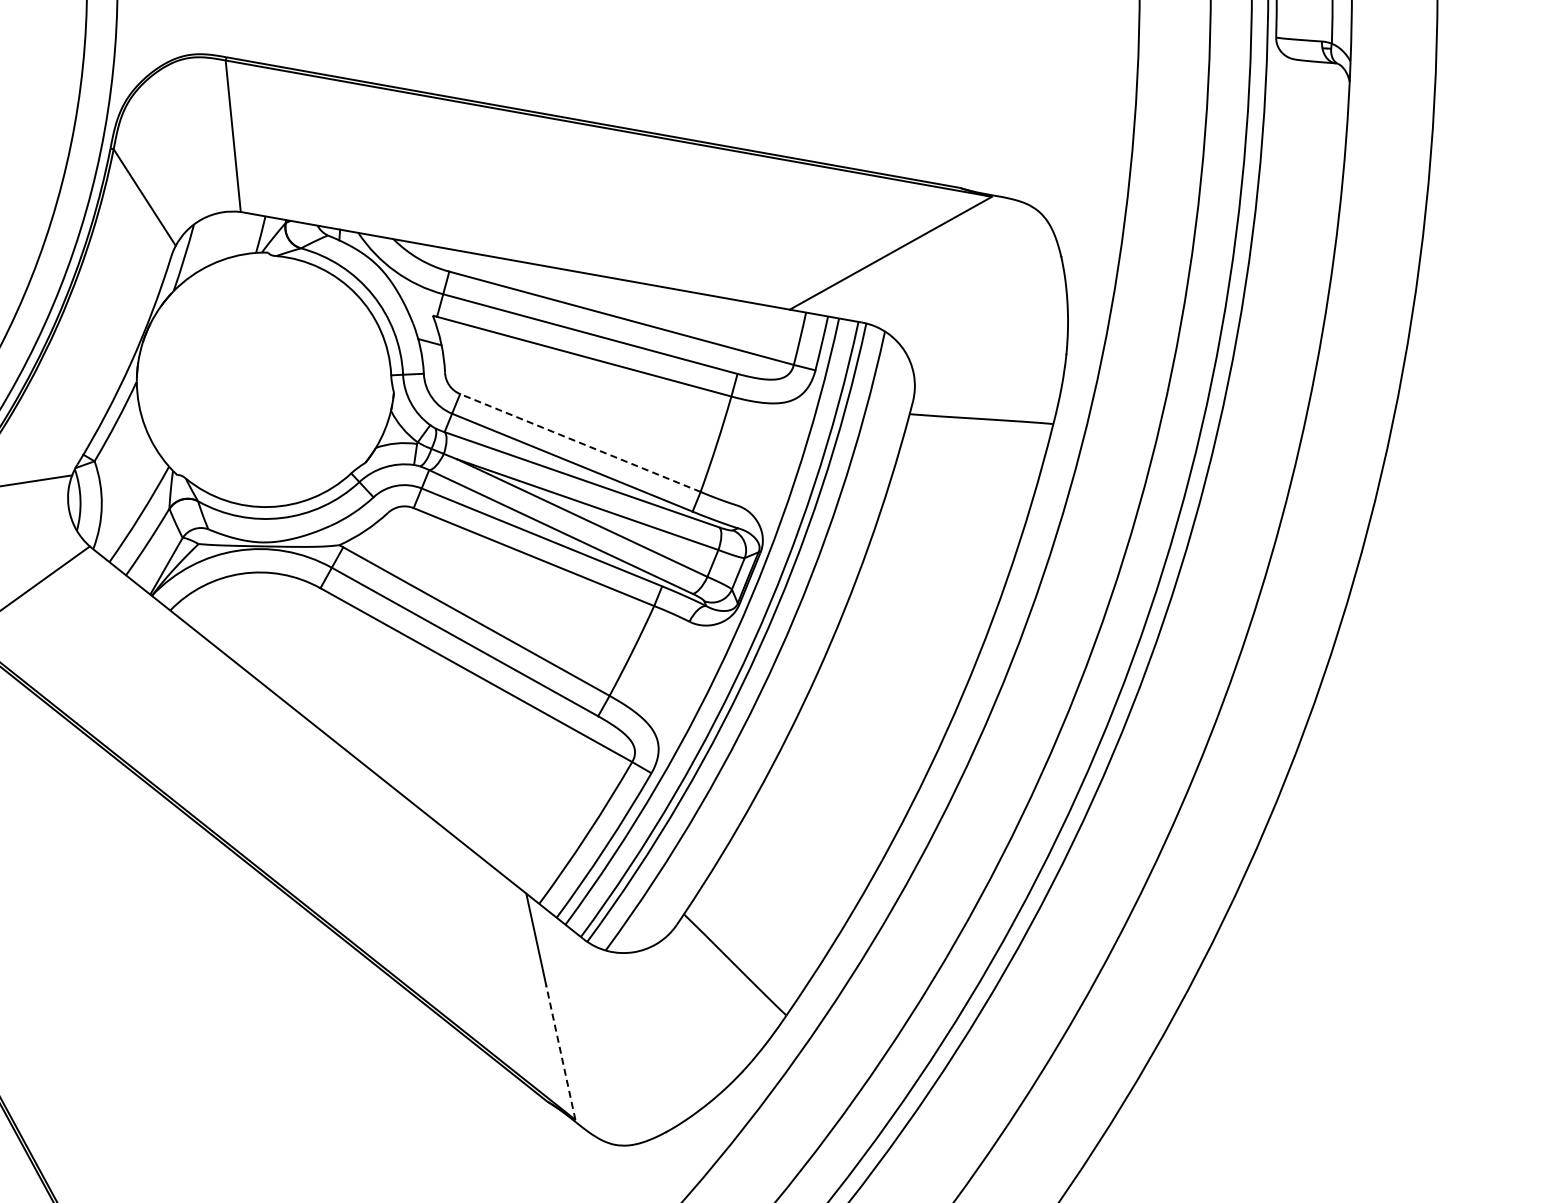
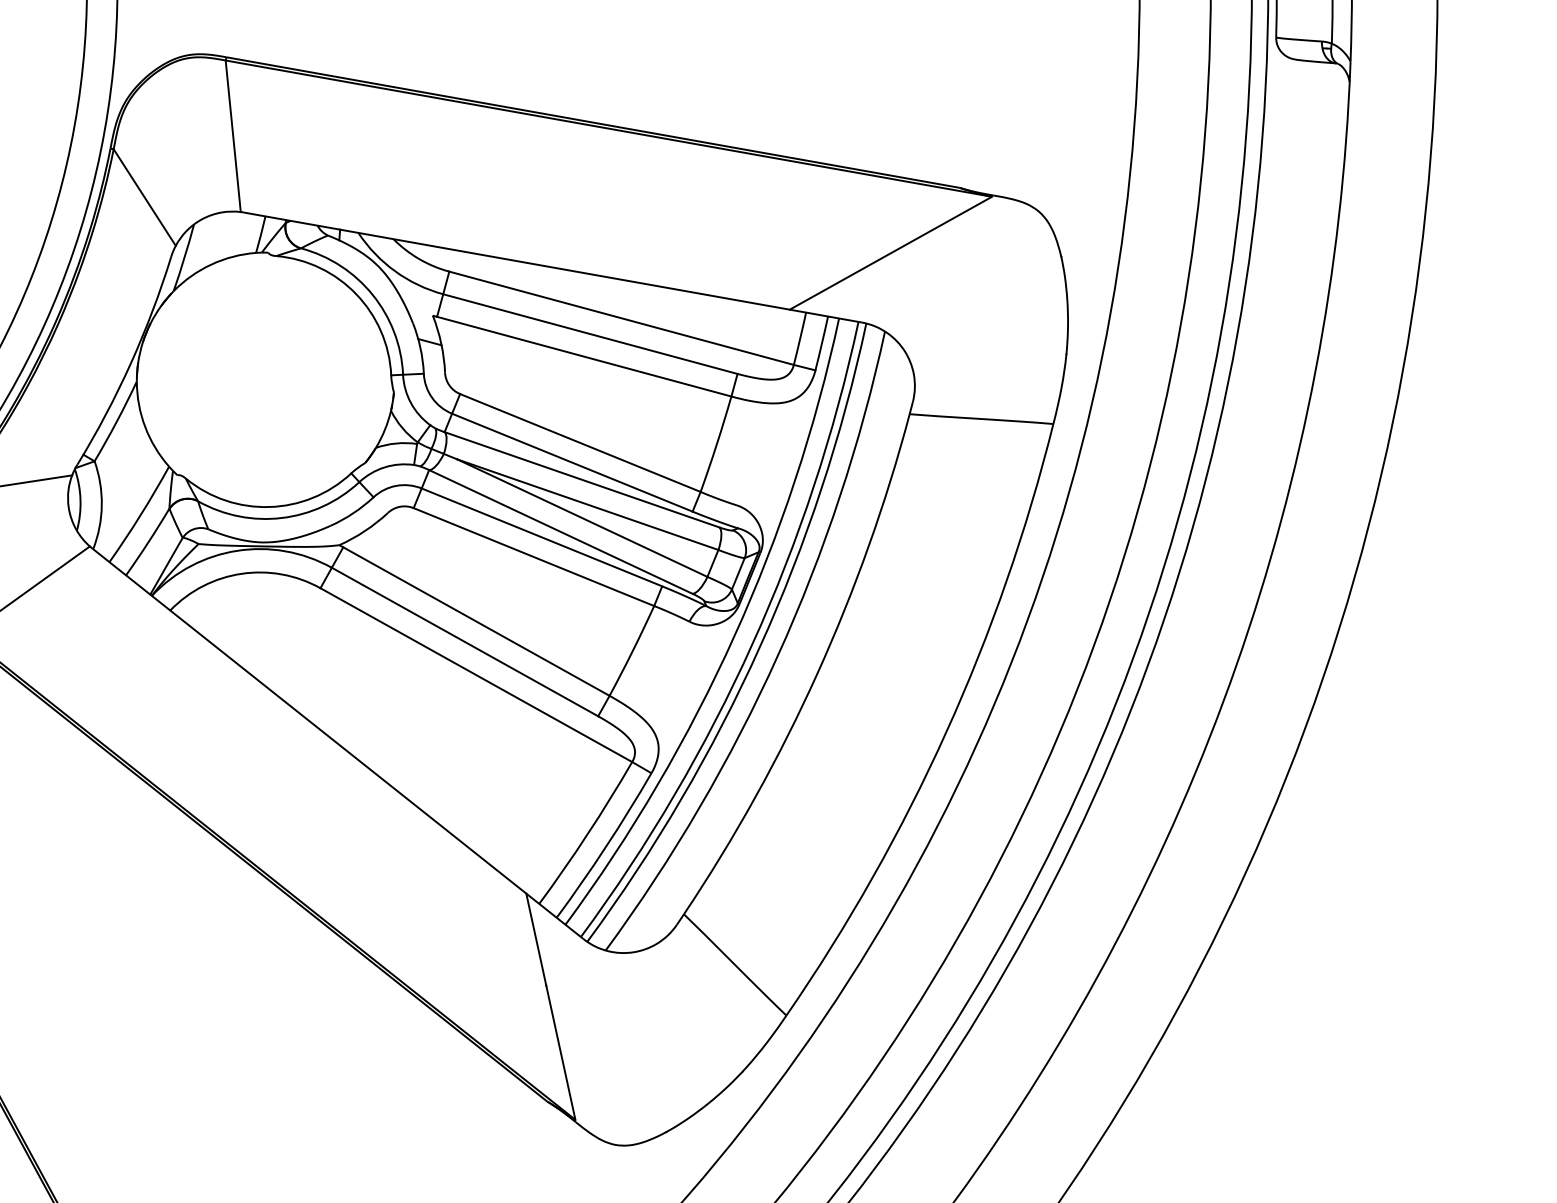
line at (580, 443): dashed -> solid
line at (560, 1052): dashed -> solid
